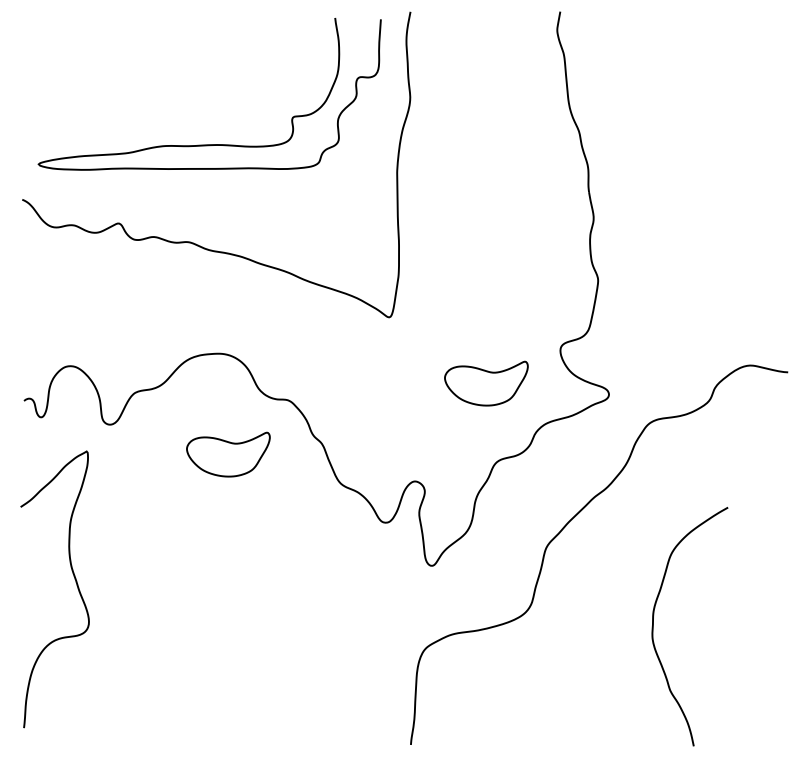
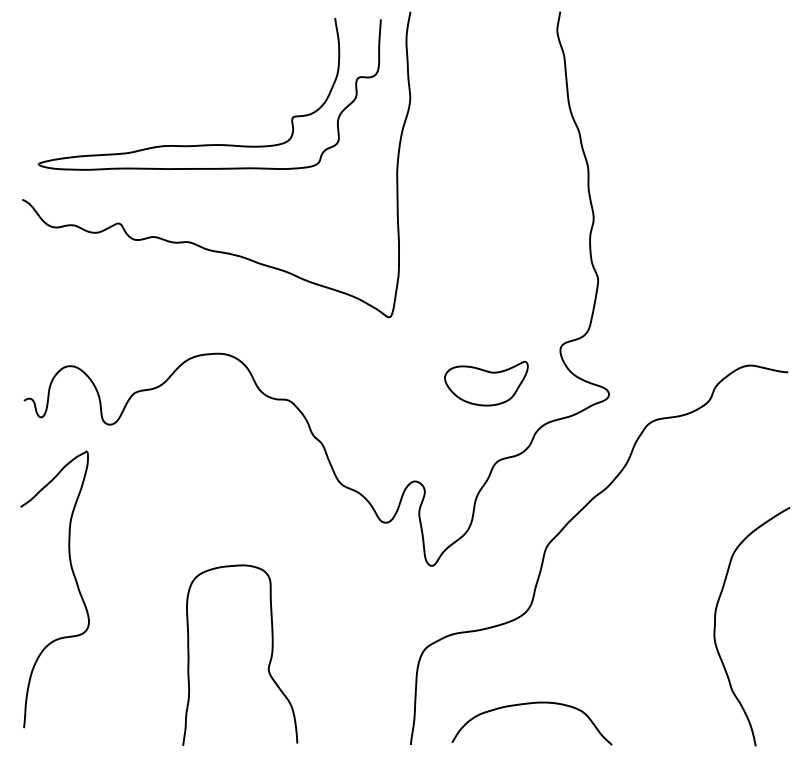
part at (228, 454): present -> none
curve at (653, 626) position: (653, 626) -> (715, 626)
curve at (268, 663): none -> present
curve at (530, 704): none -> present
